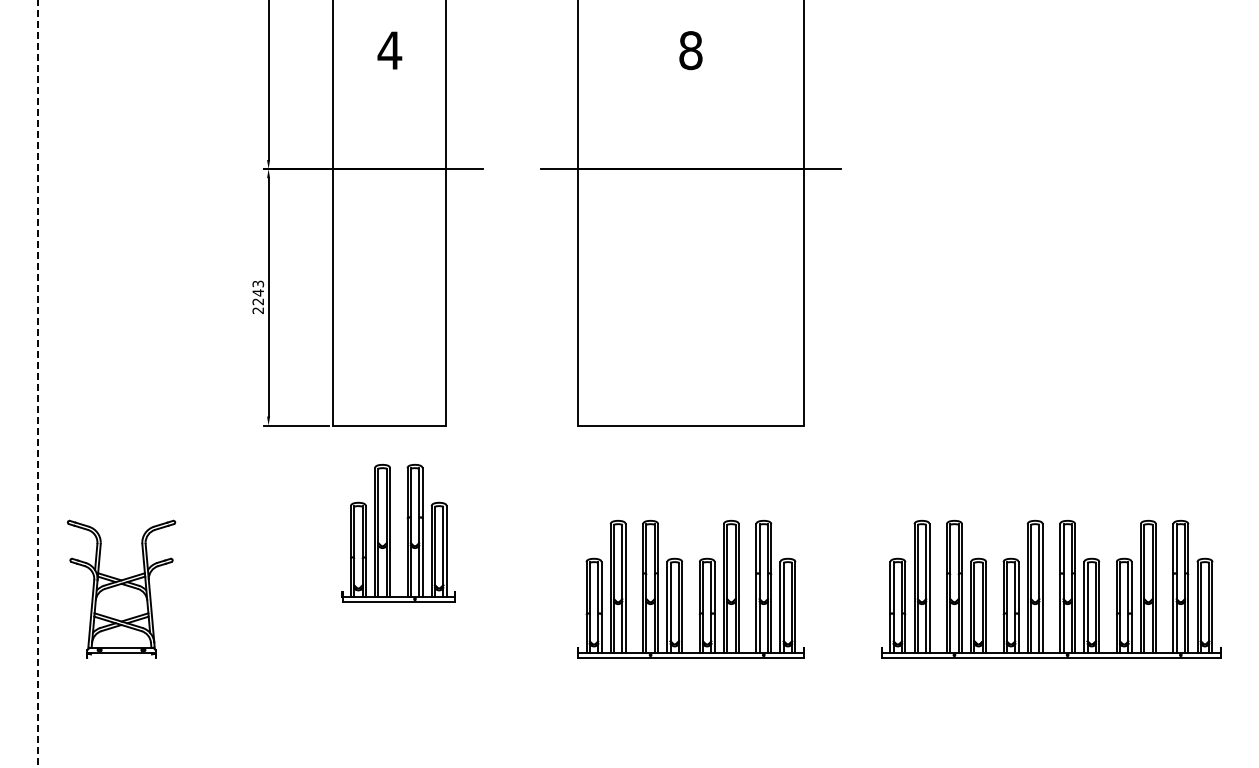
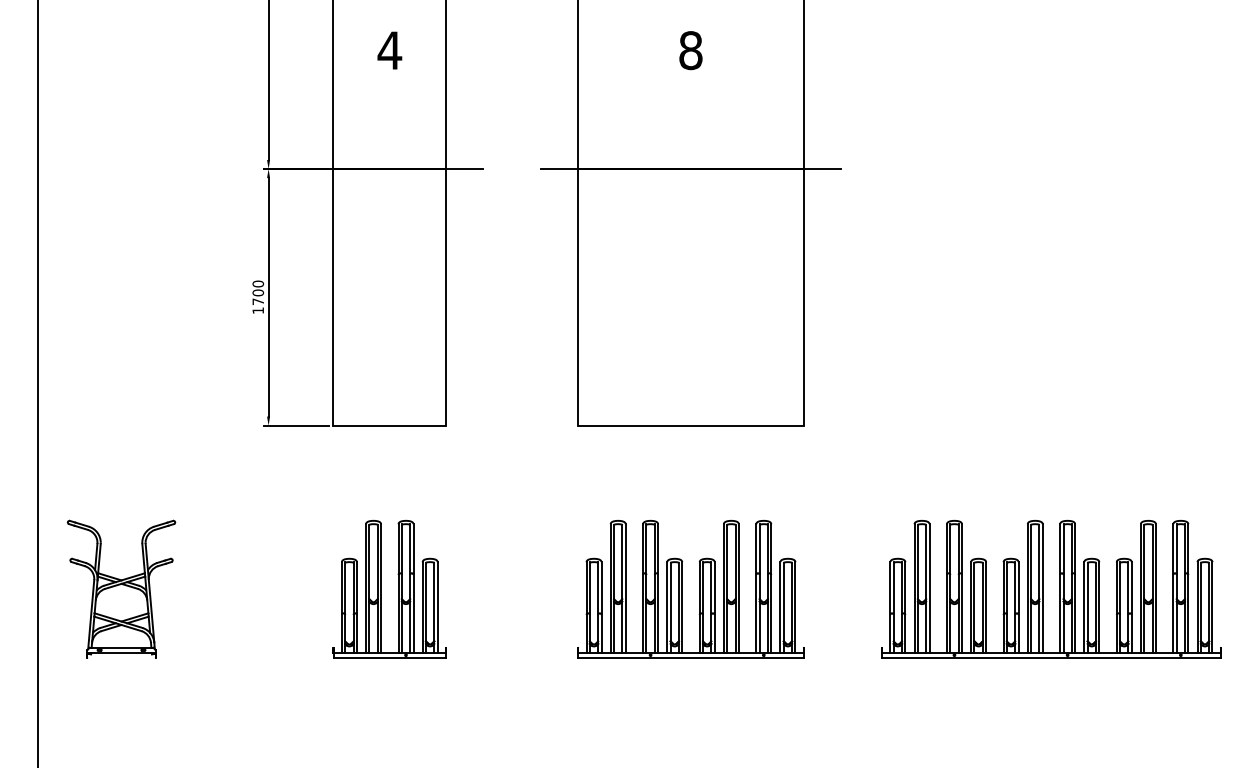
text at (258, 297): 2243 -> 1700
line at (37, 383): dashed -> solid
part at (390, 533) position: (390, 533) -> (381, 589)
